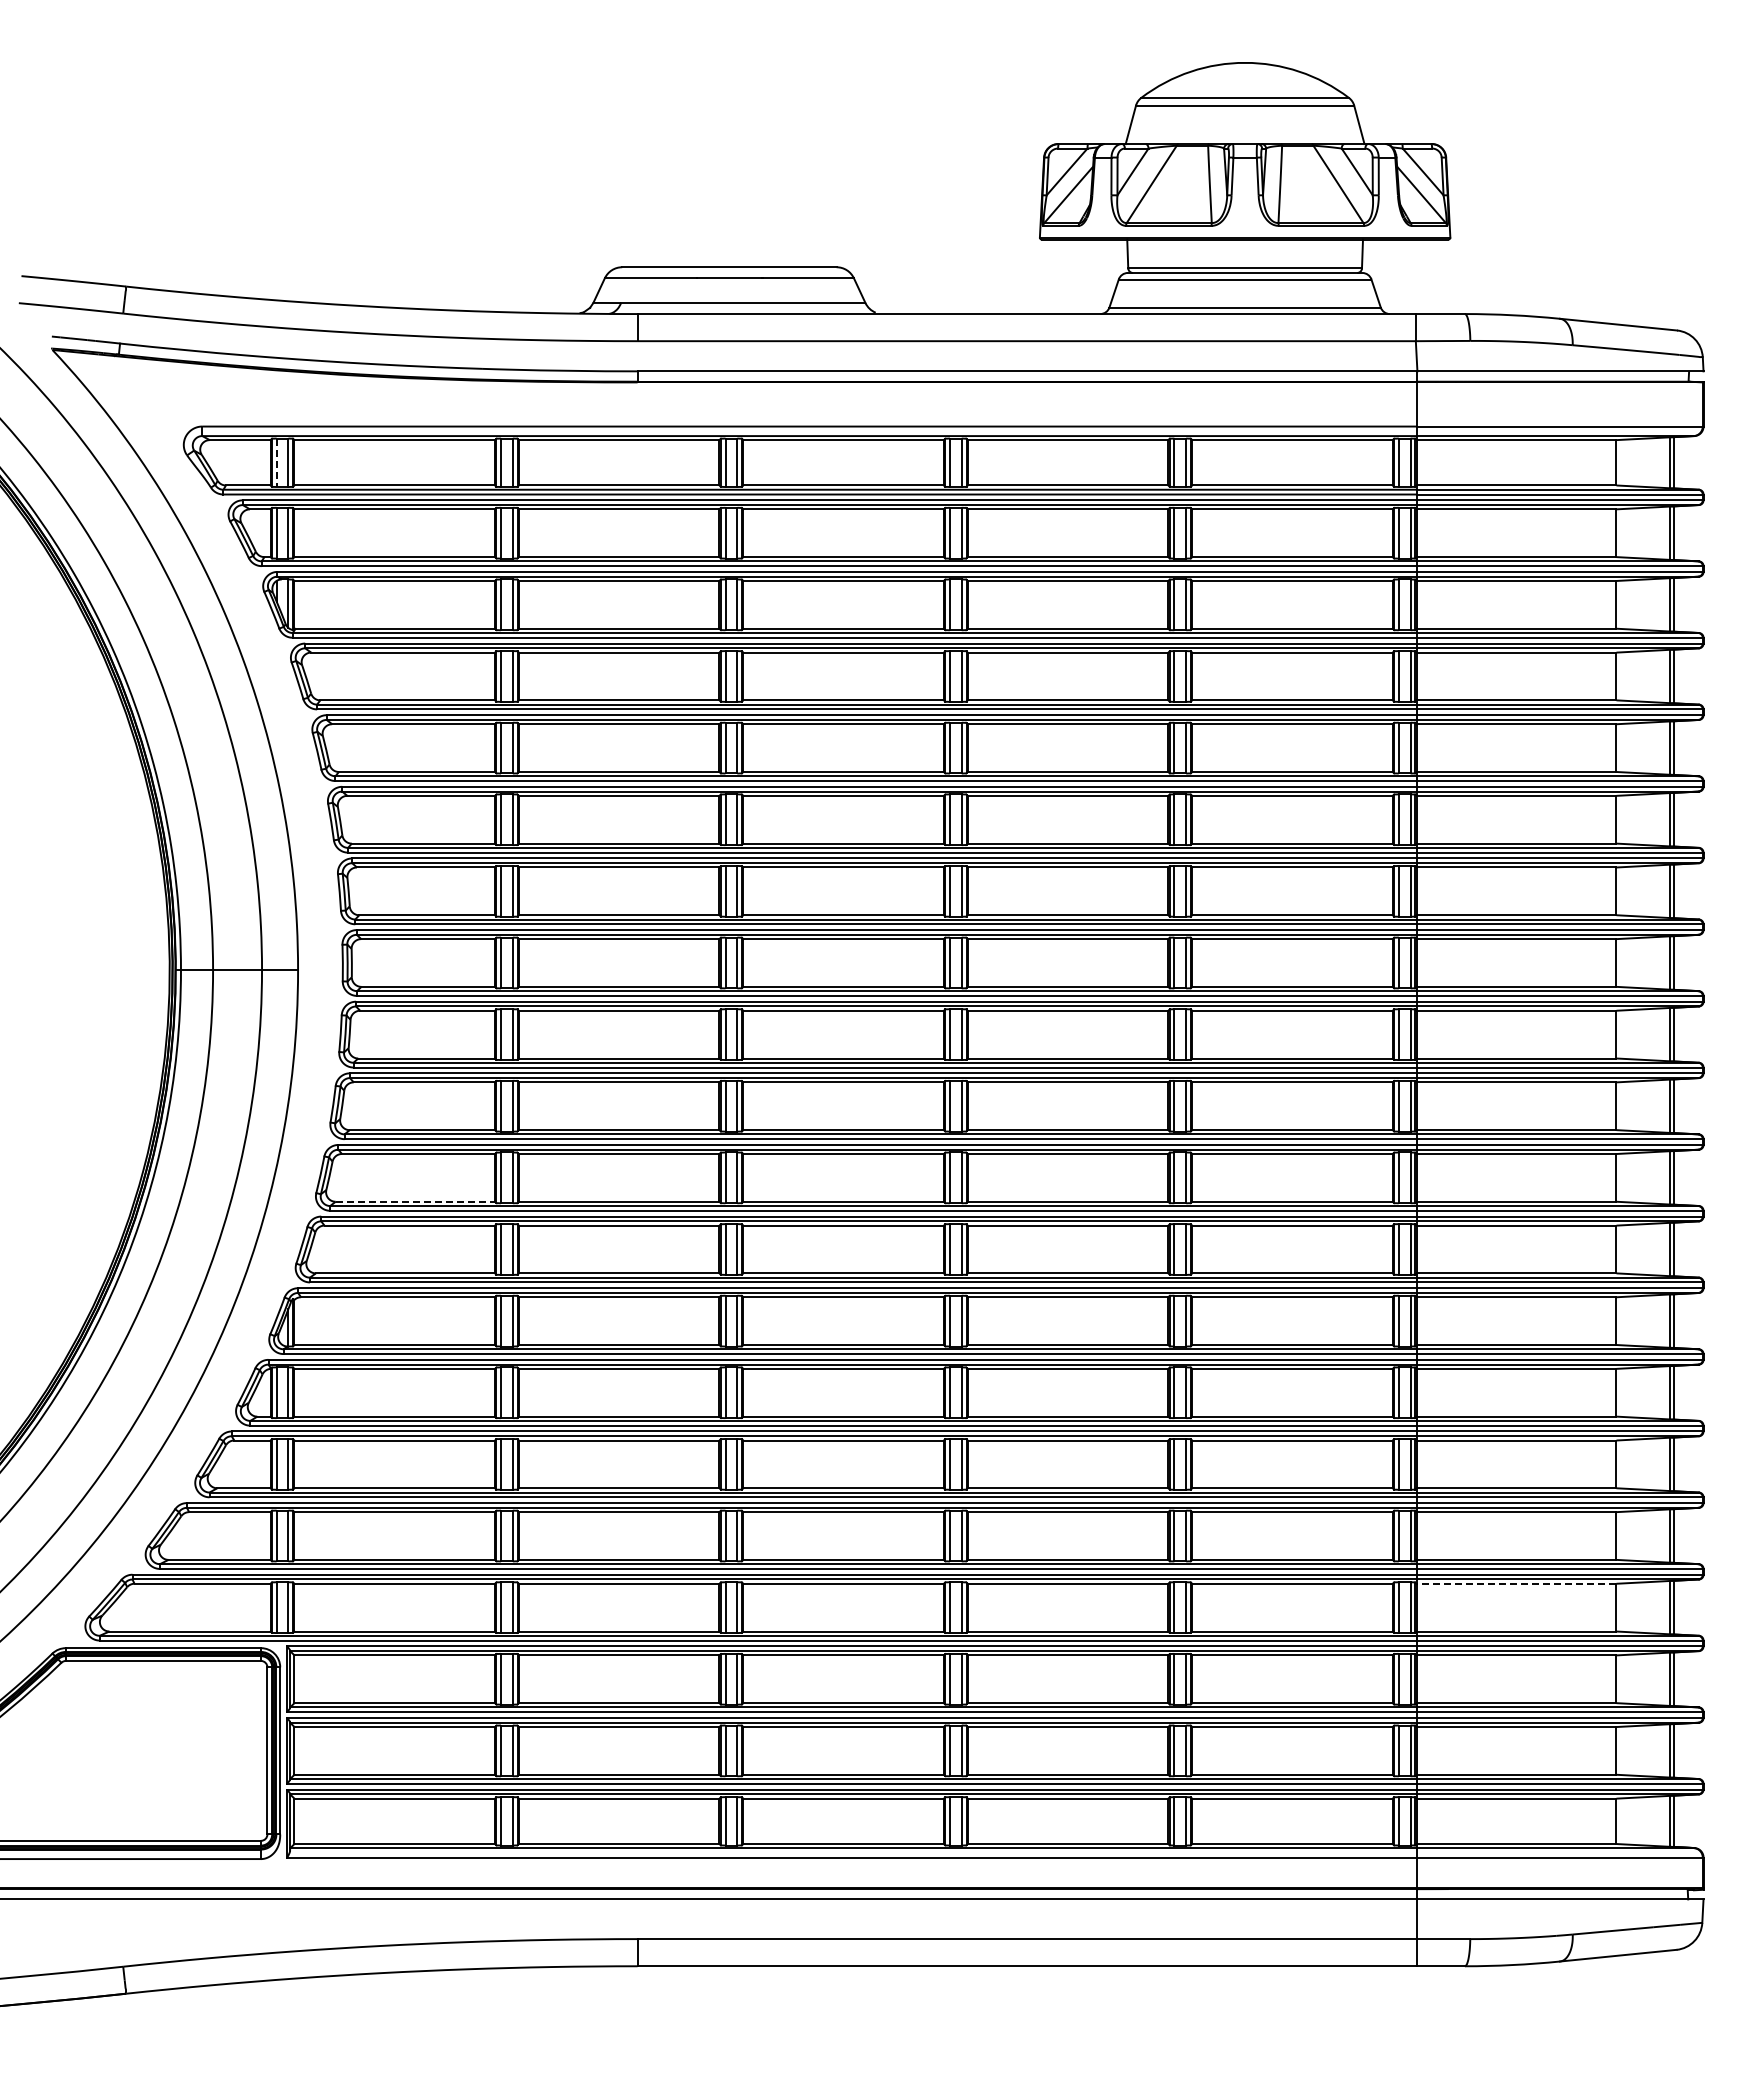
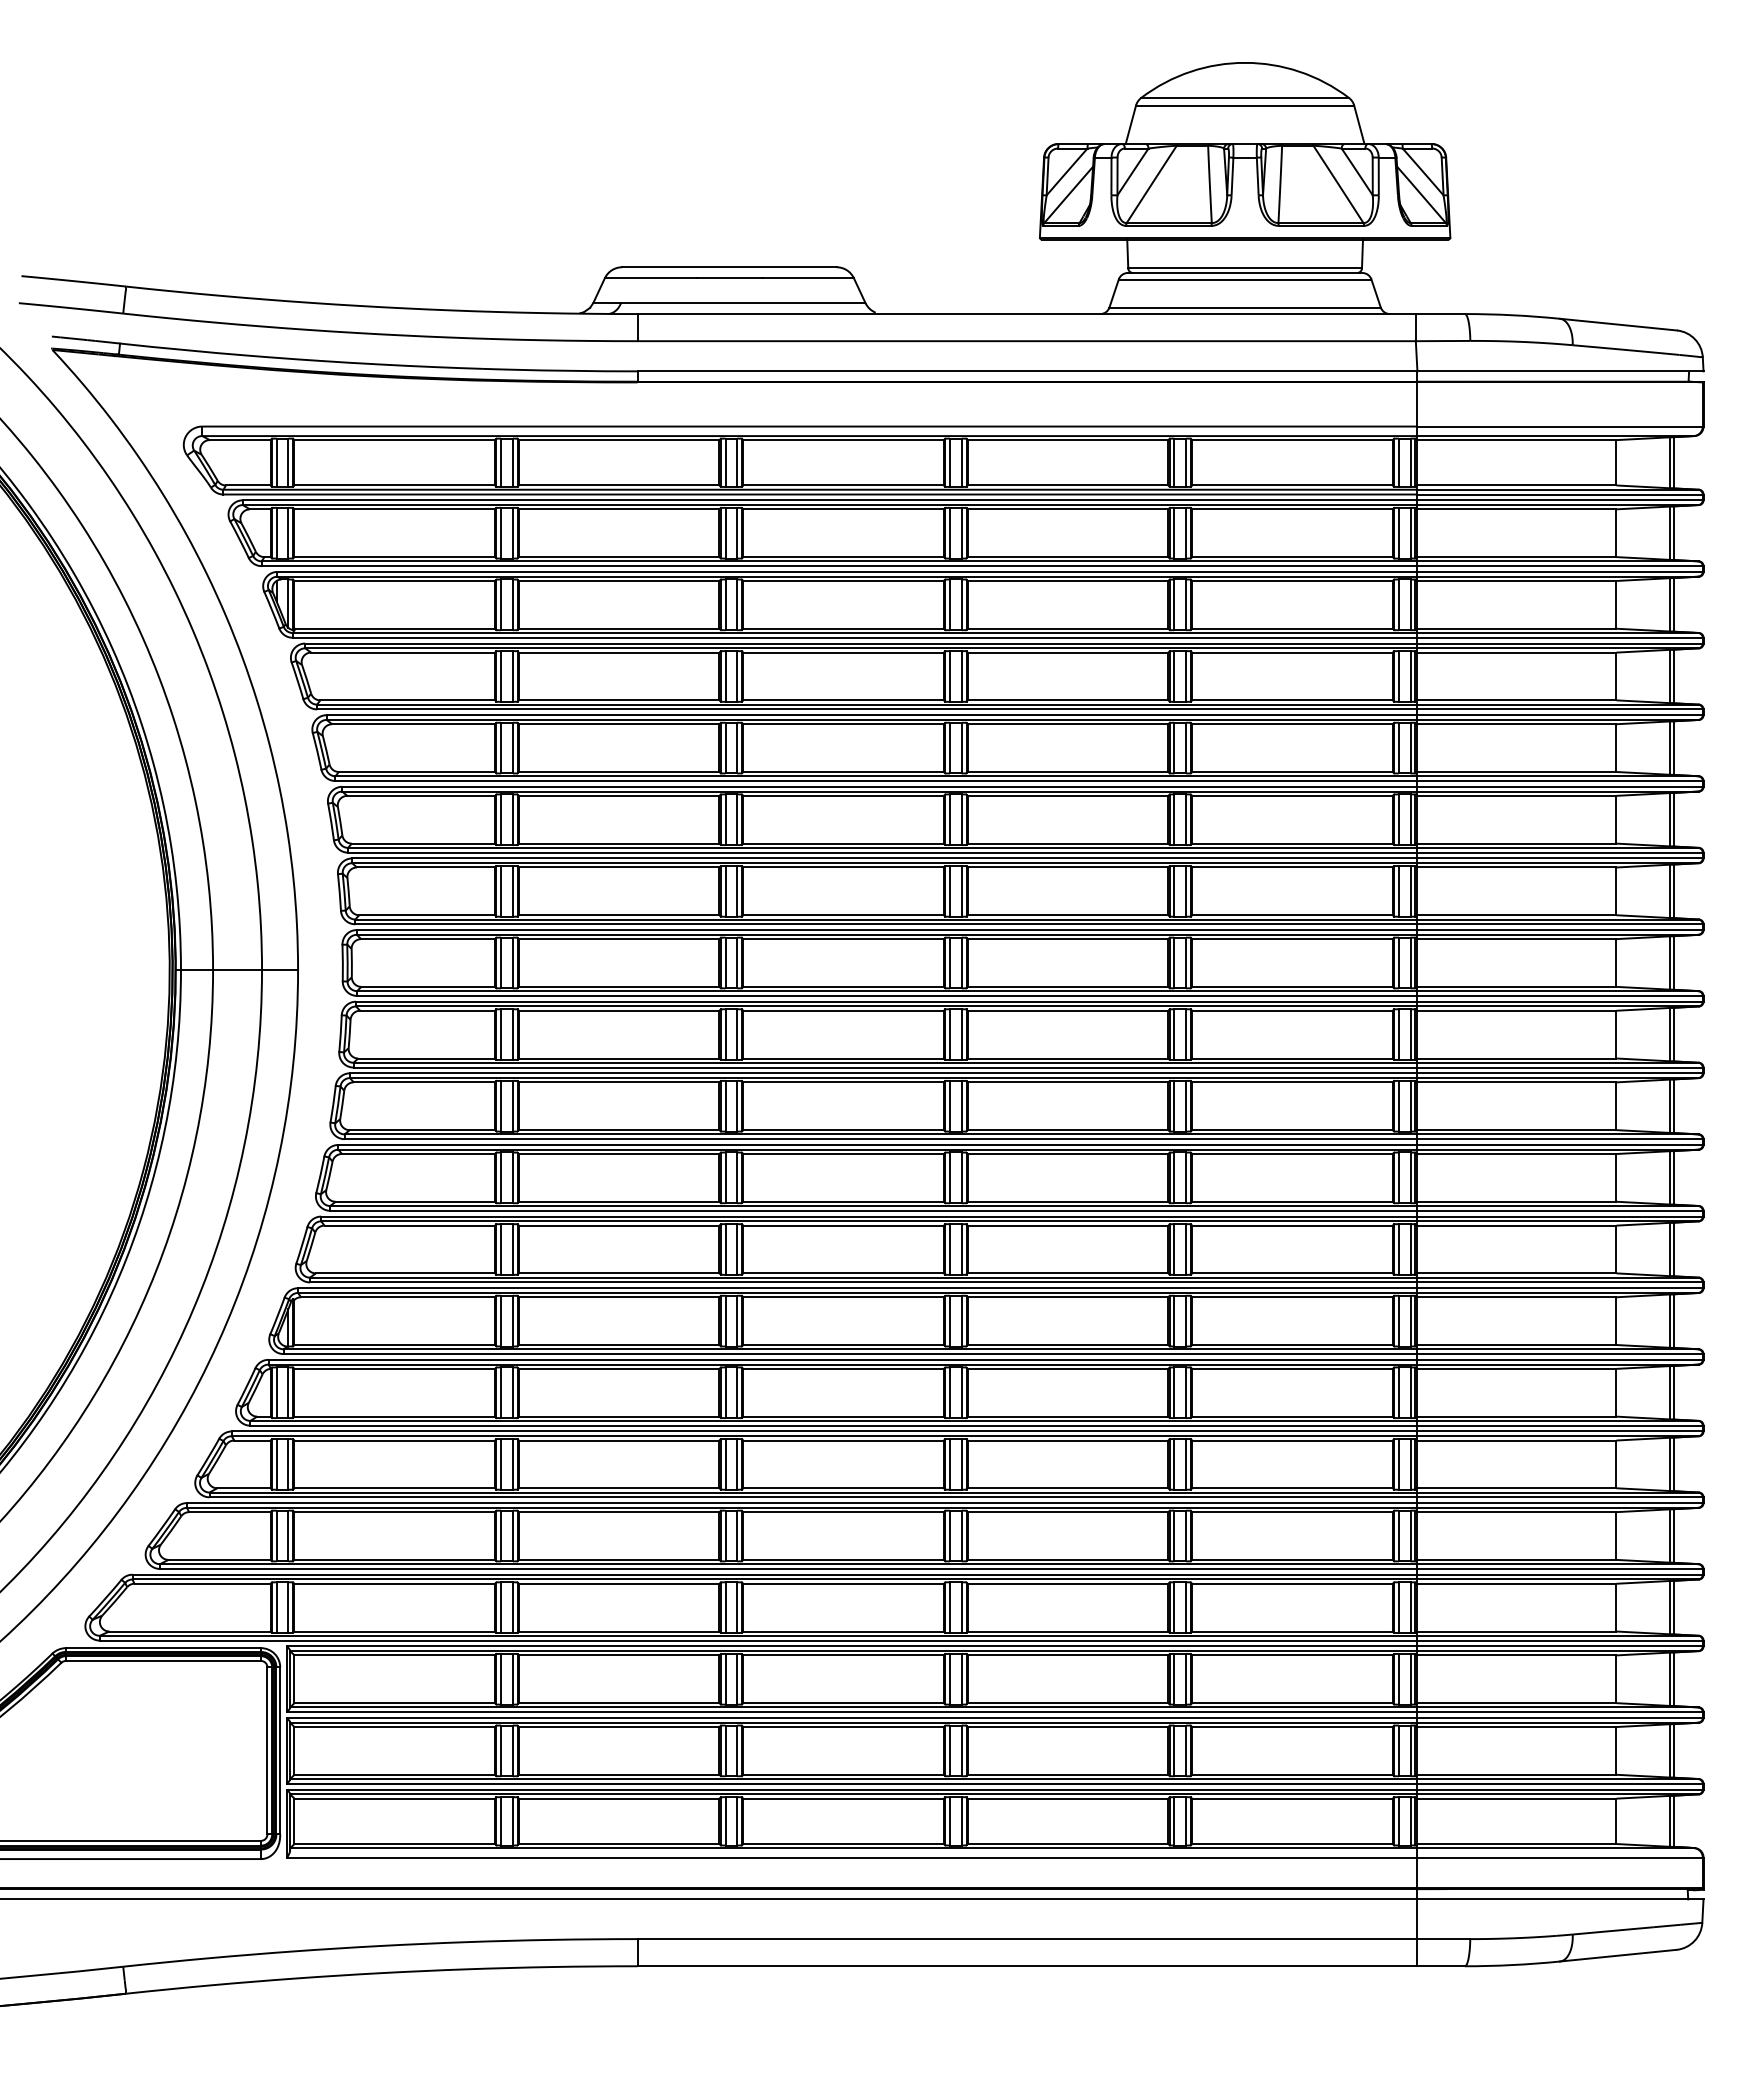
line at (276, 463): dashed -> solid
line at (415, 1201): dashed -> solid
line at (1516, 1583): dashed -> solid
